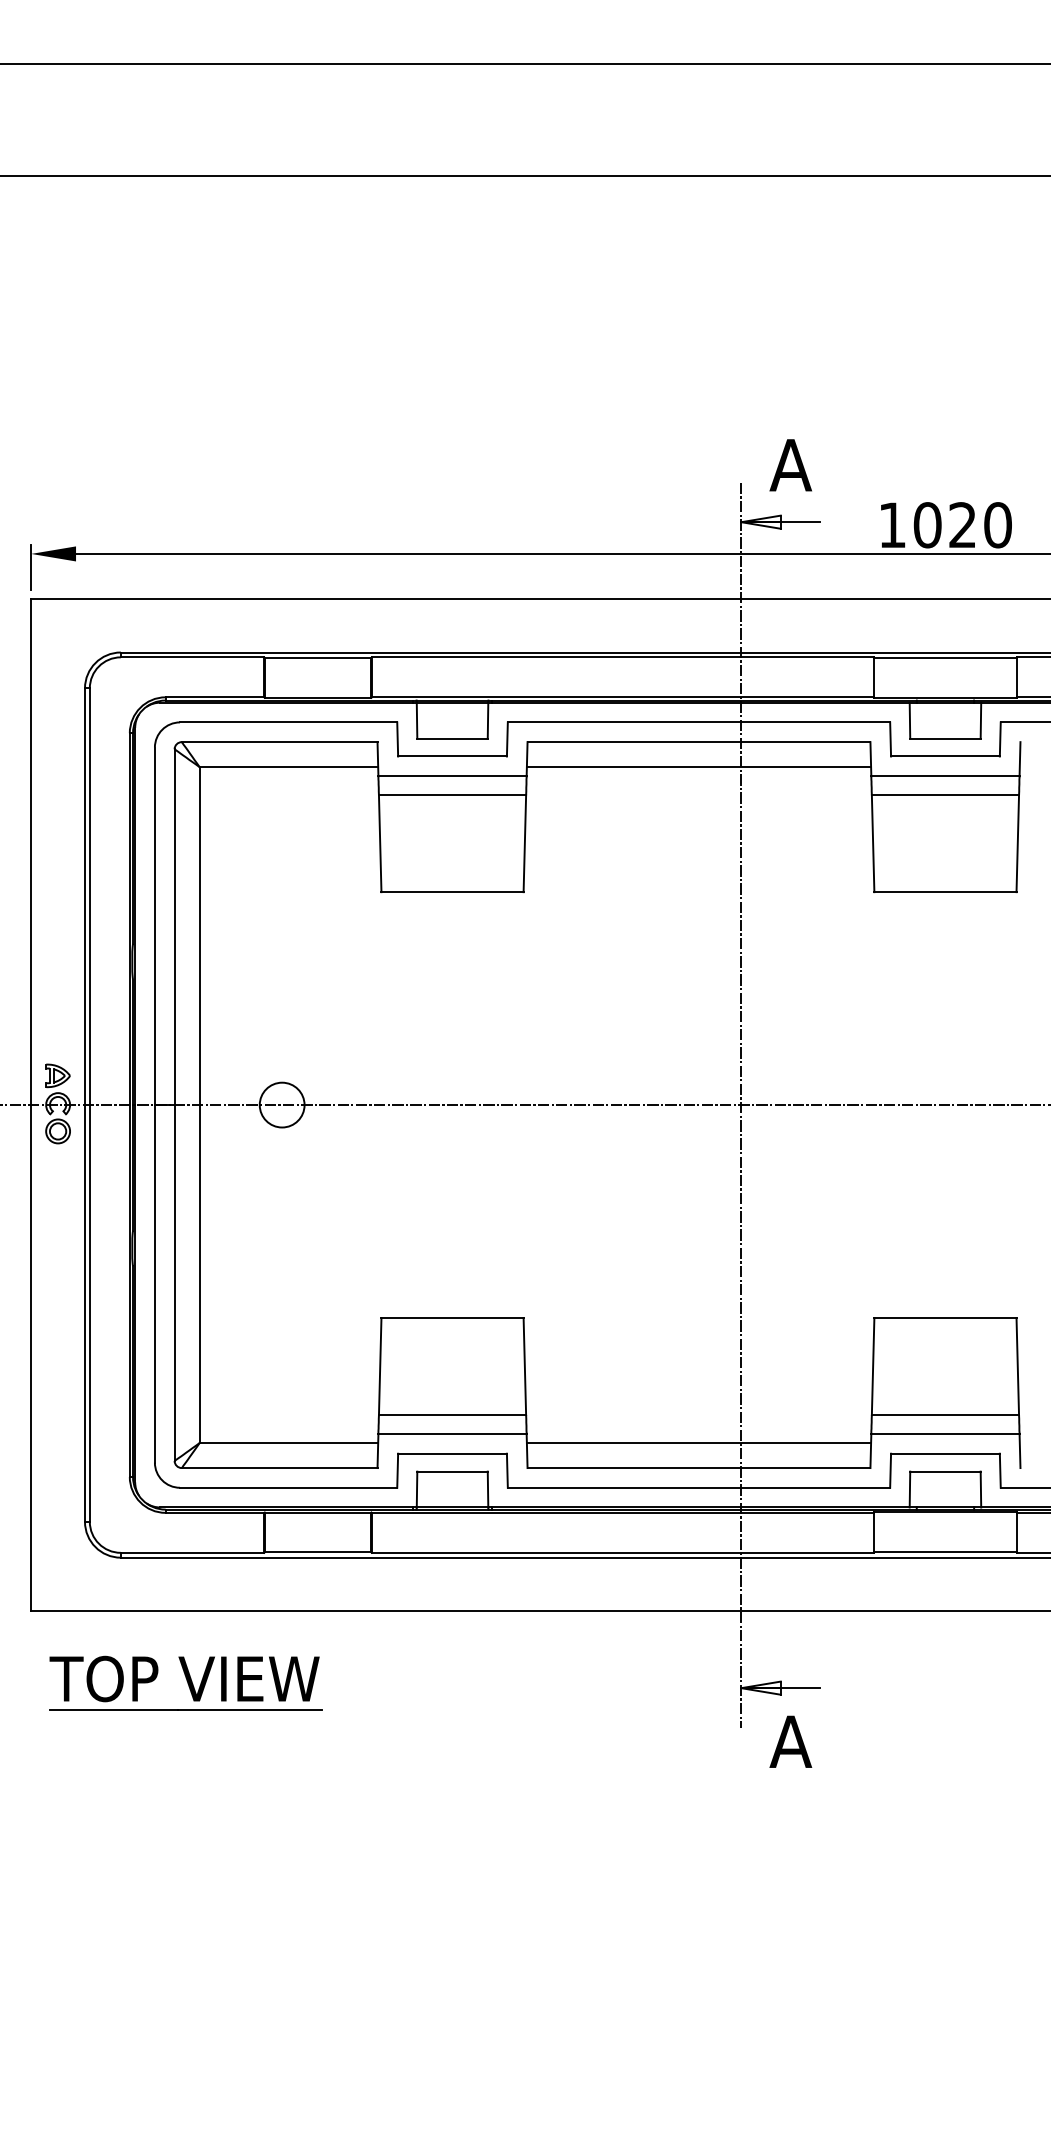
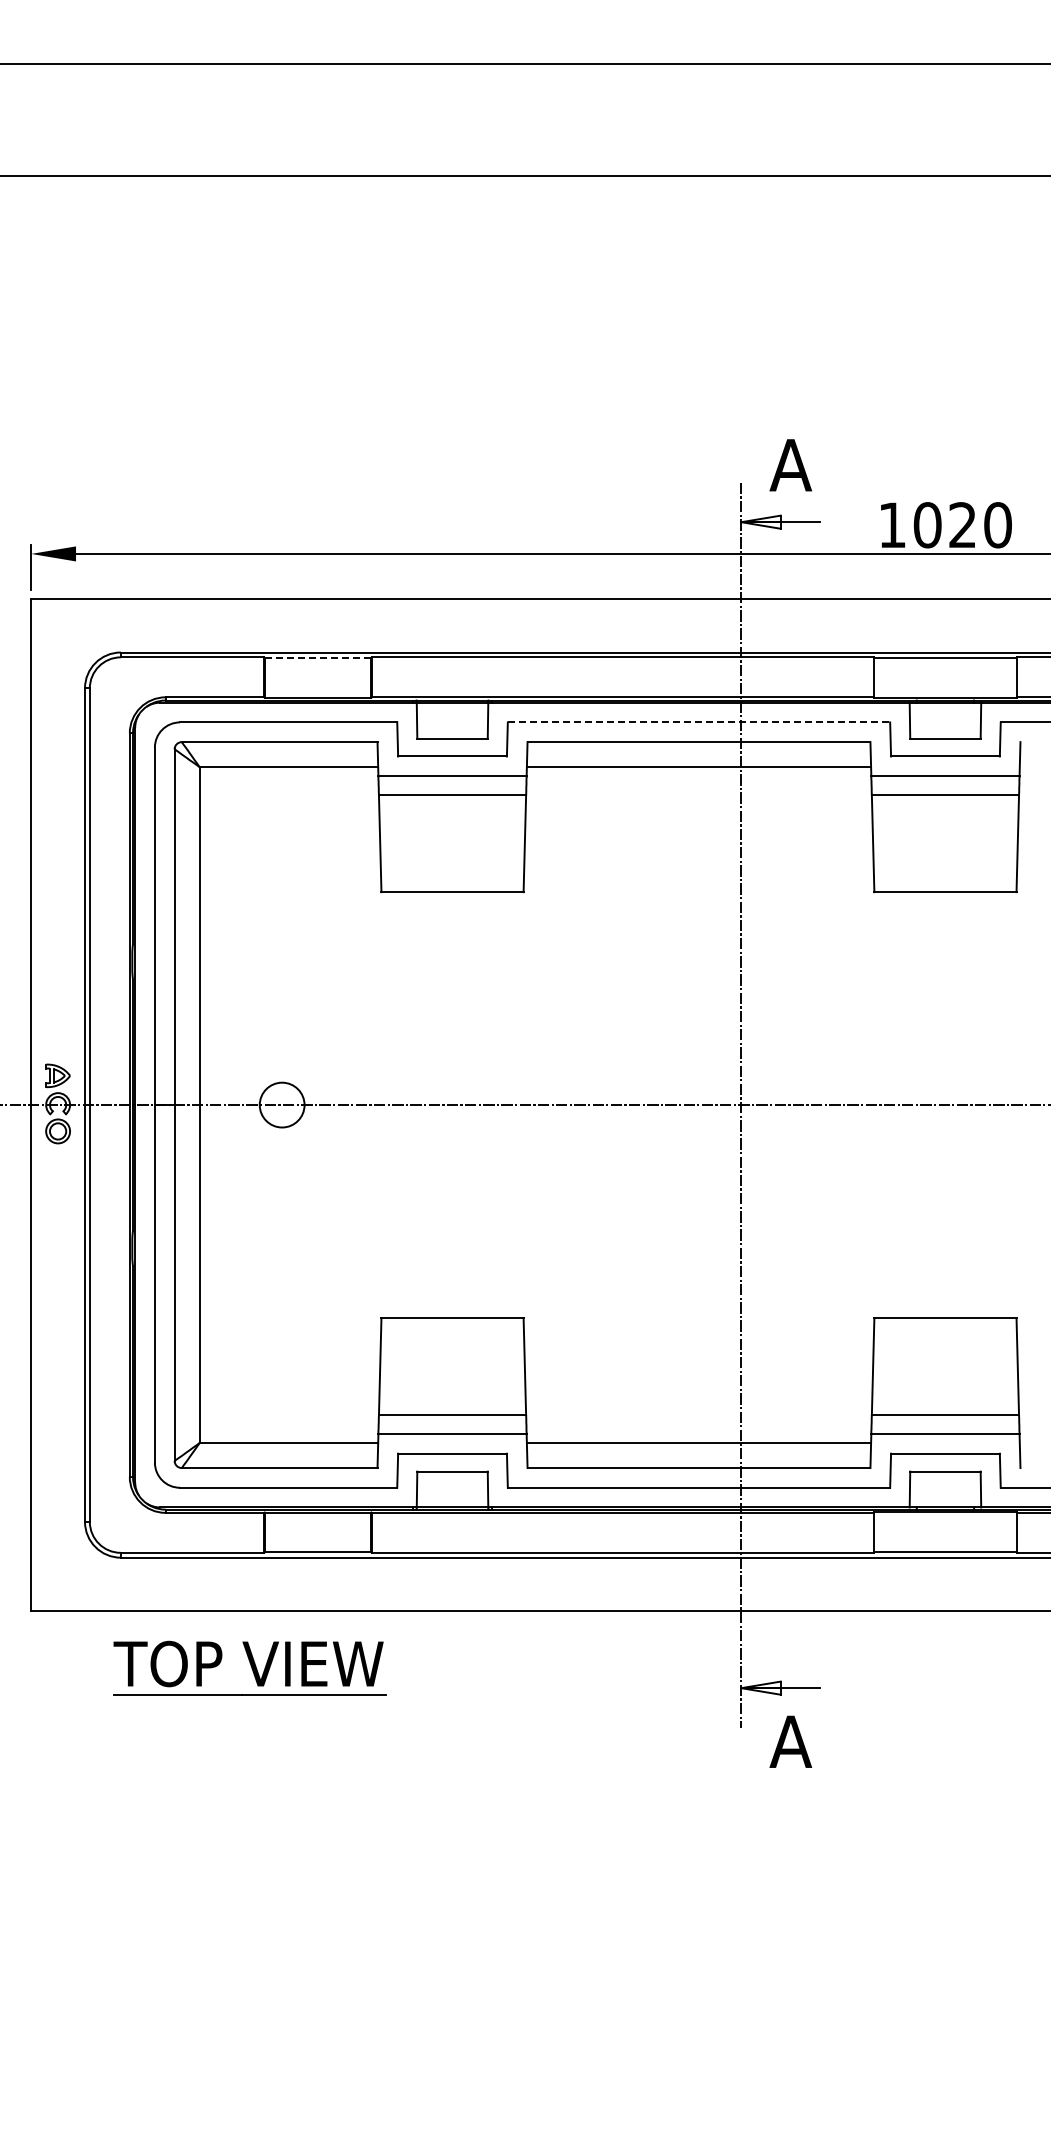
line at (317, 657): solid -> dashed
line at (699, 722): solid -> dashed
part at (185, 1682) position: (185, 1682) -> (249, 1667)
